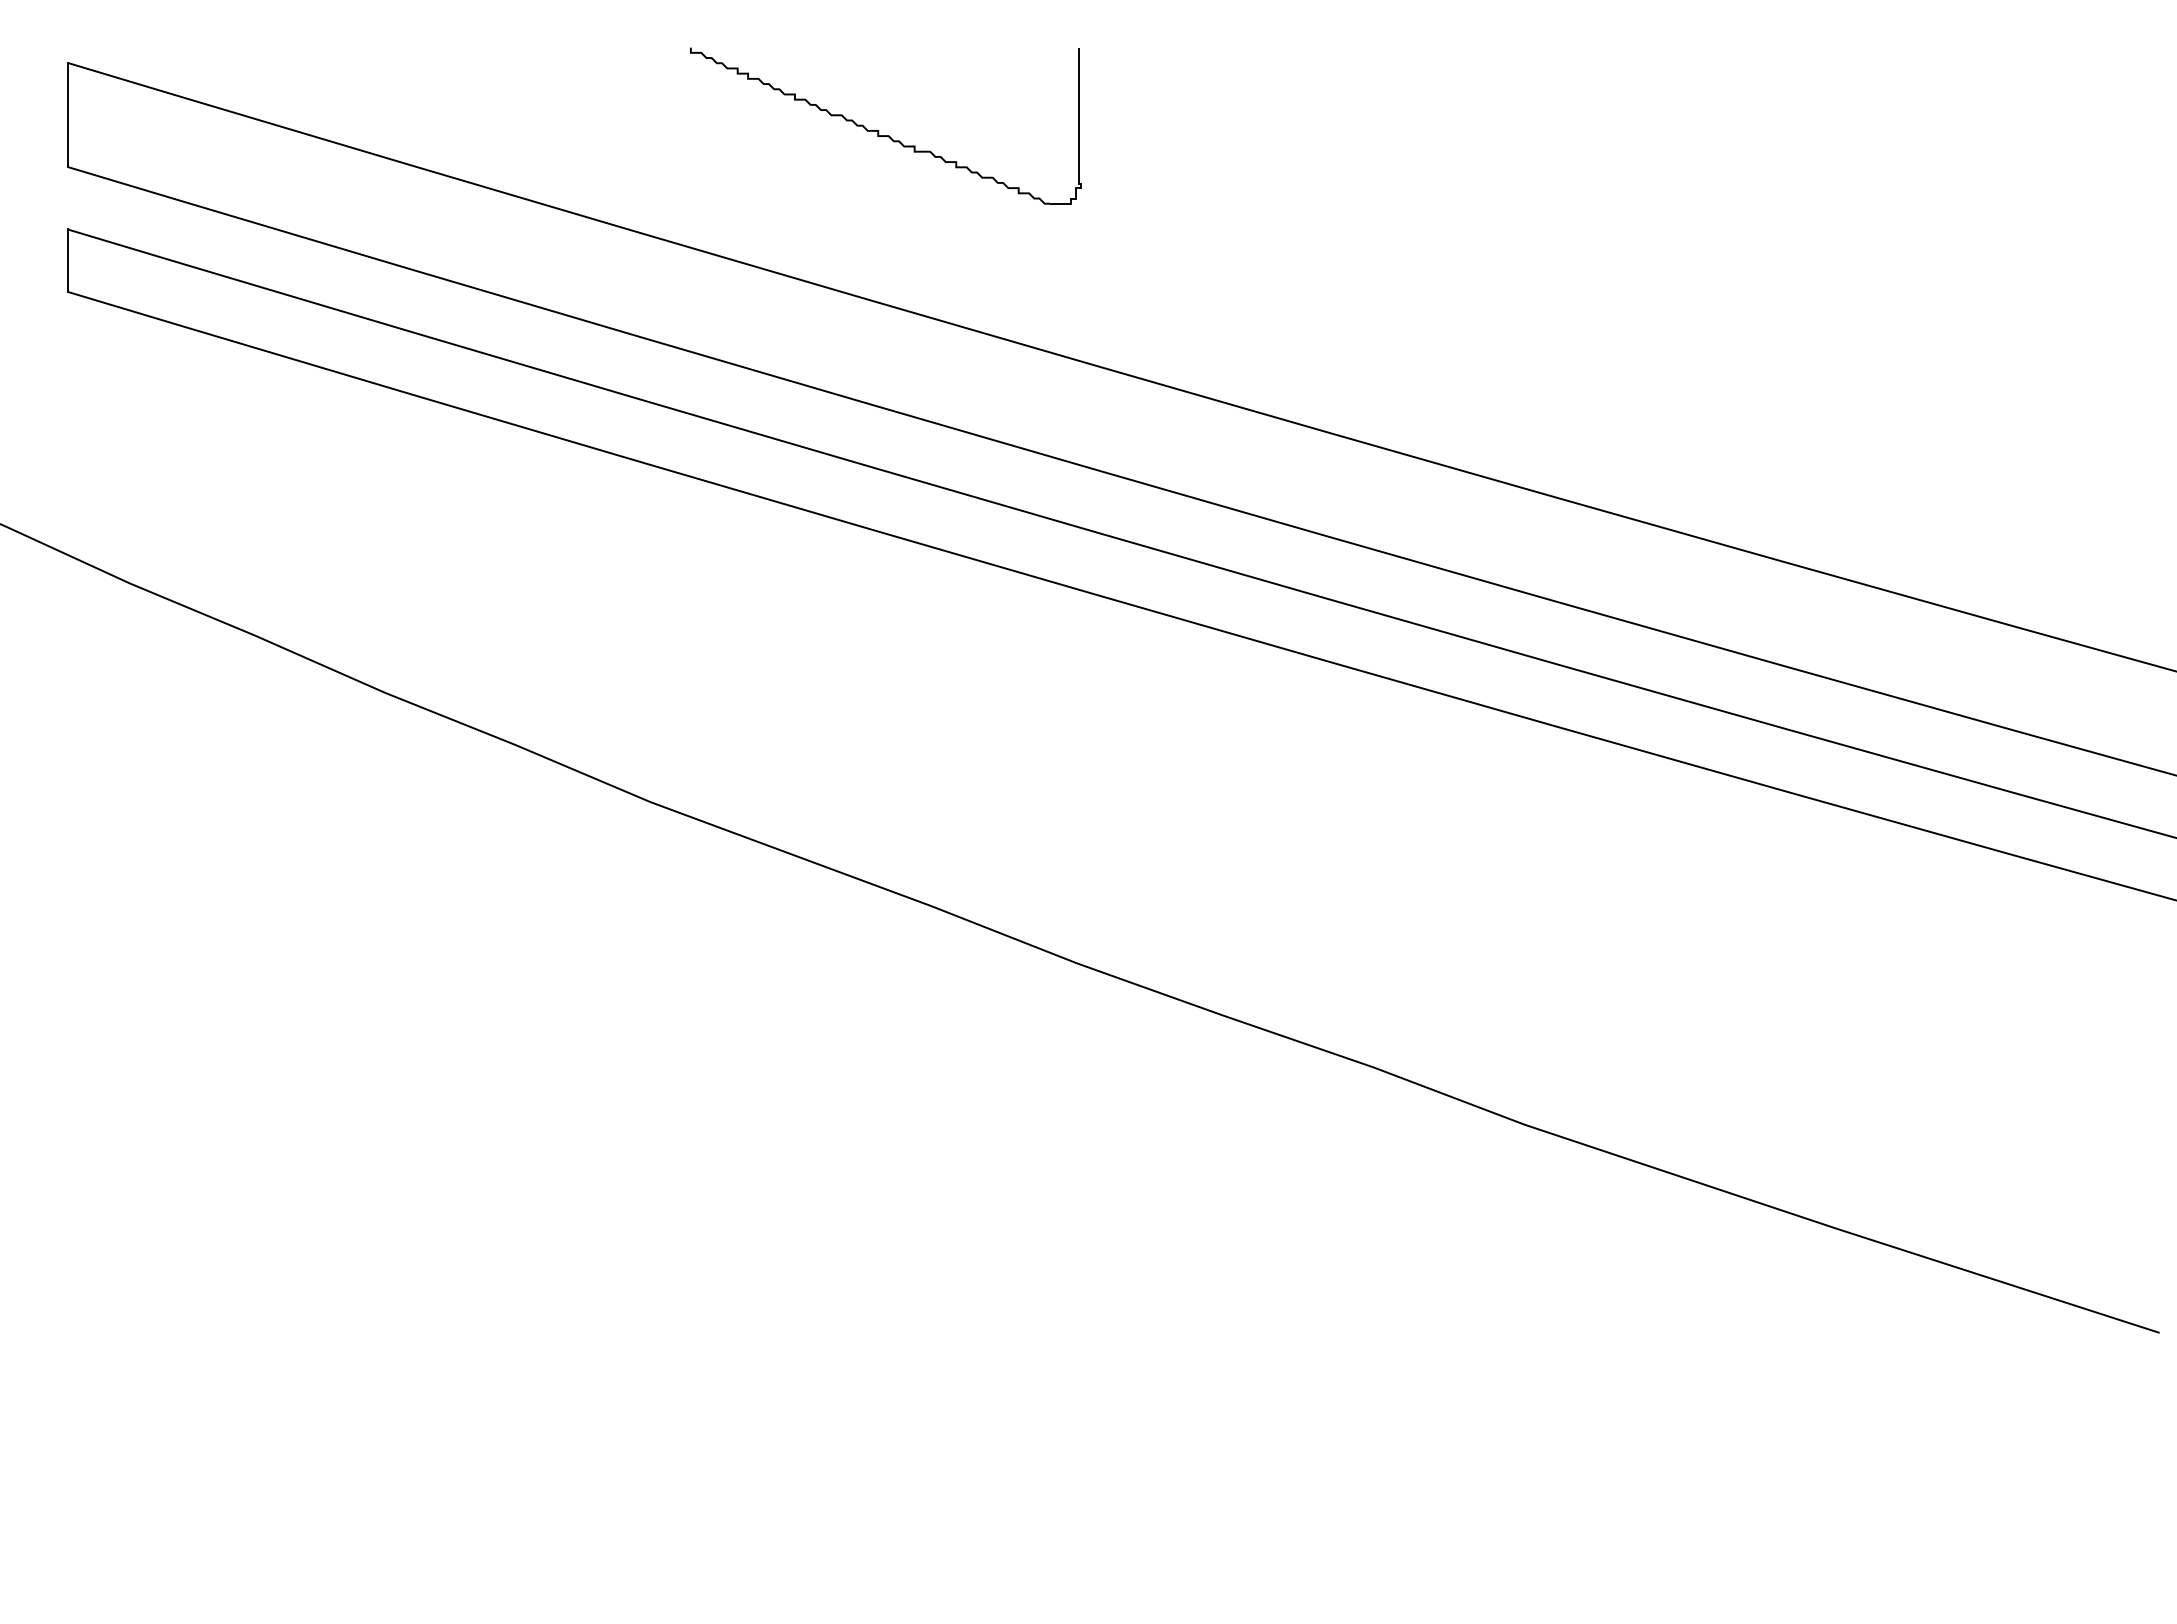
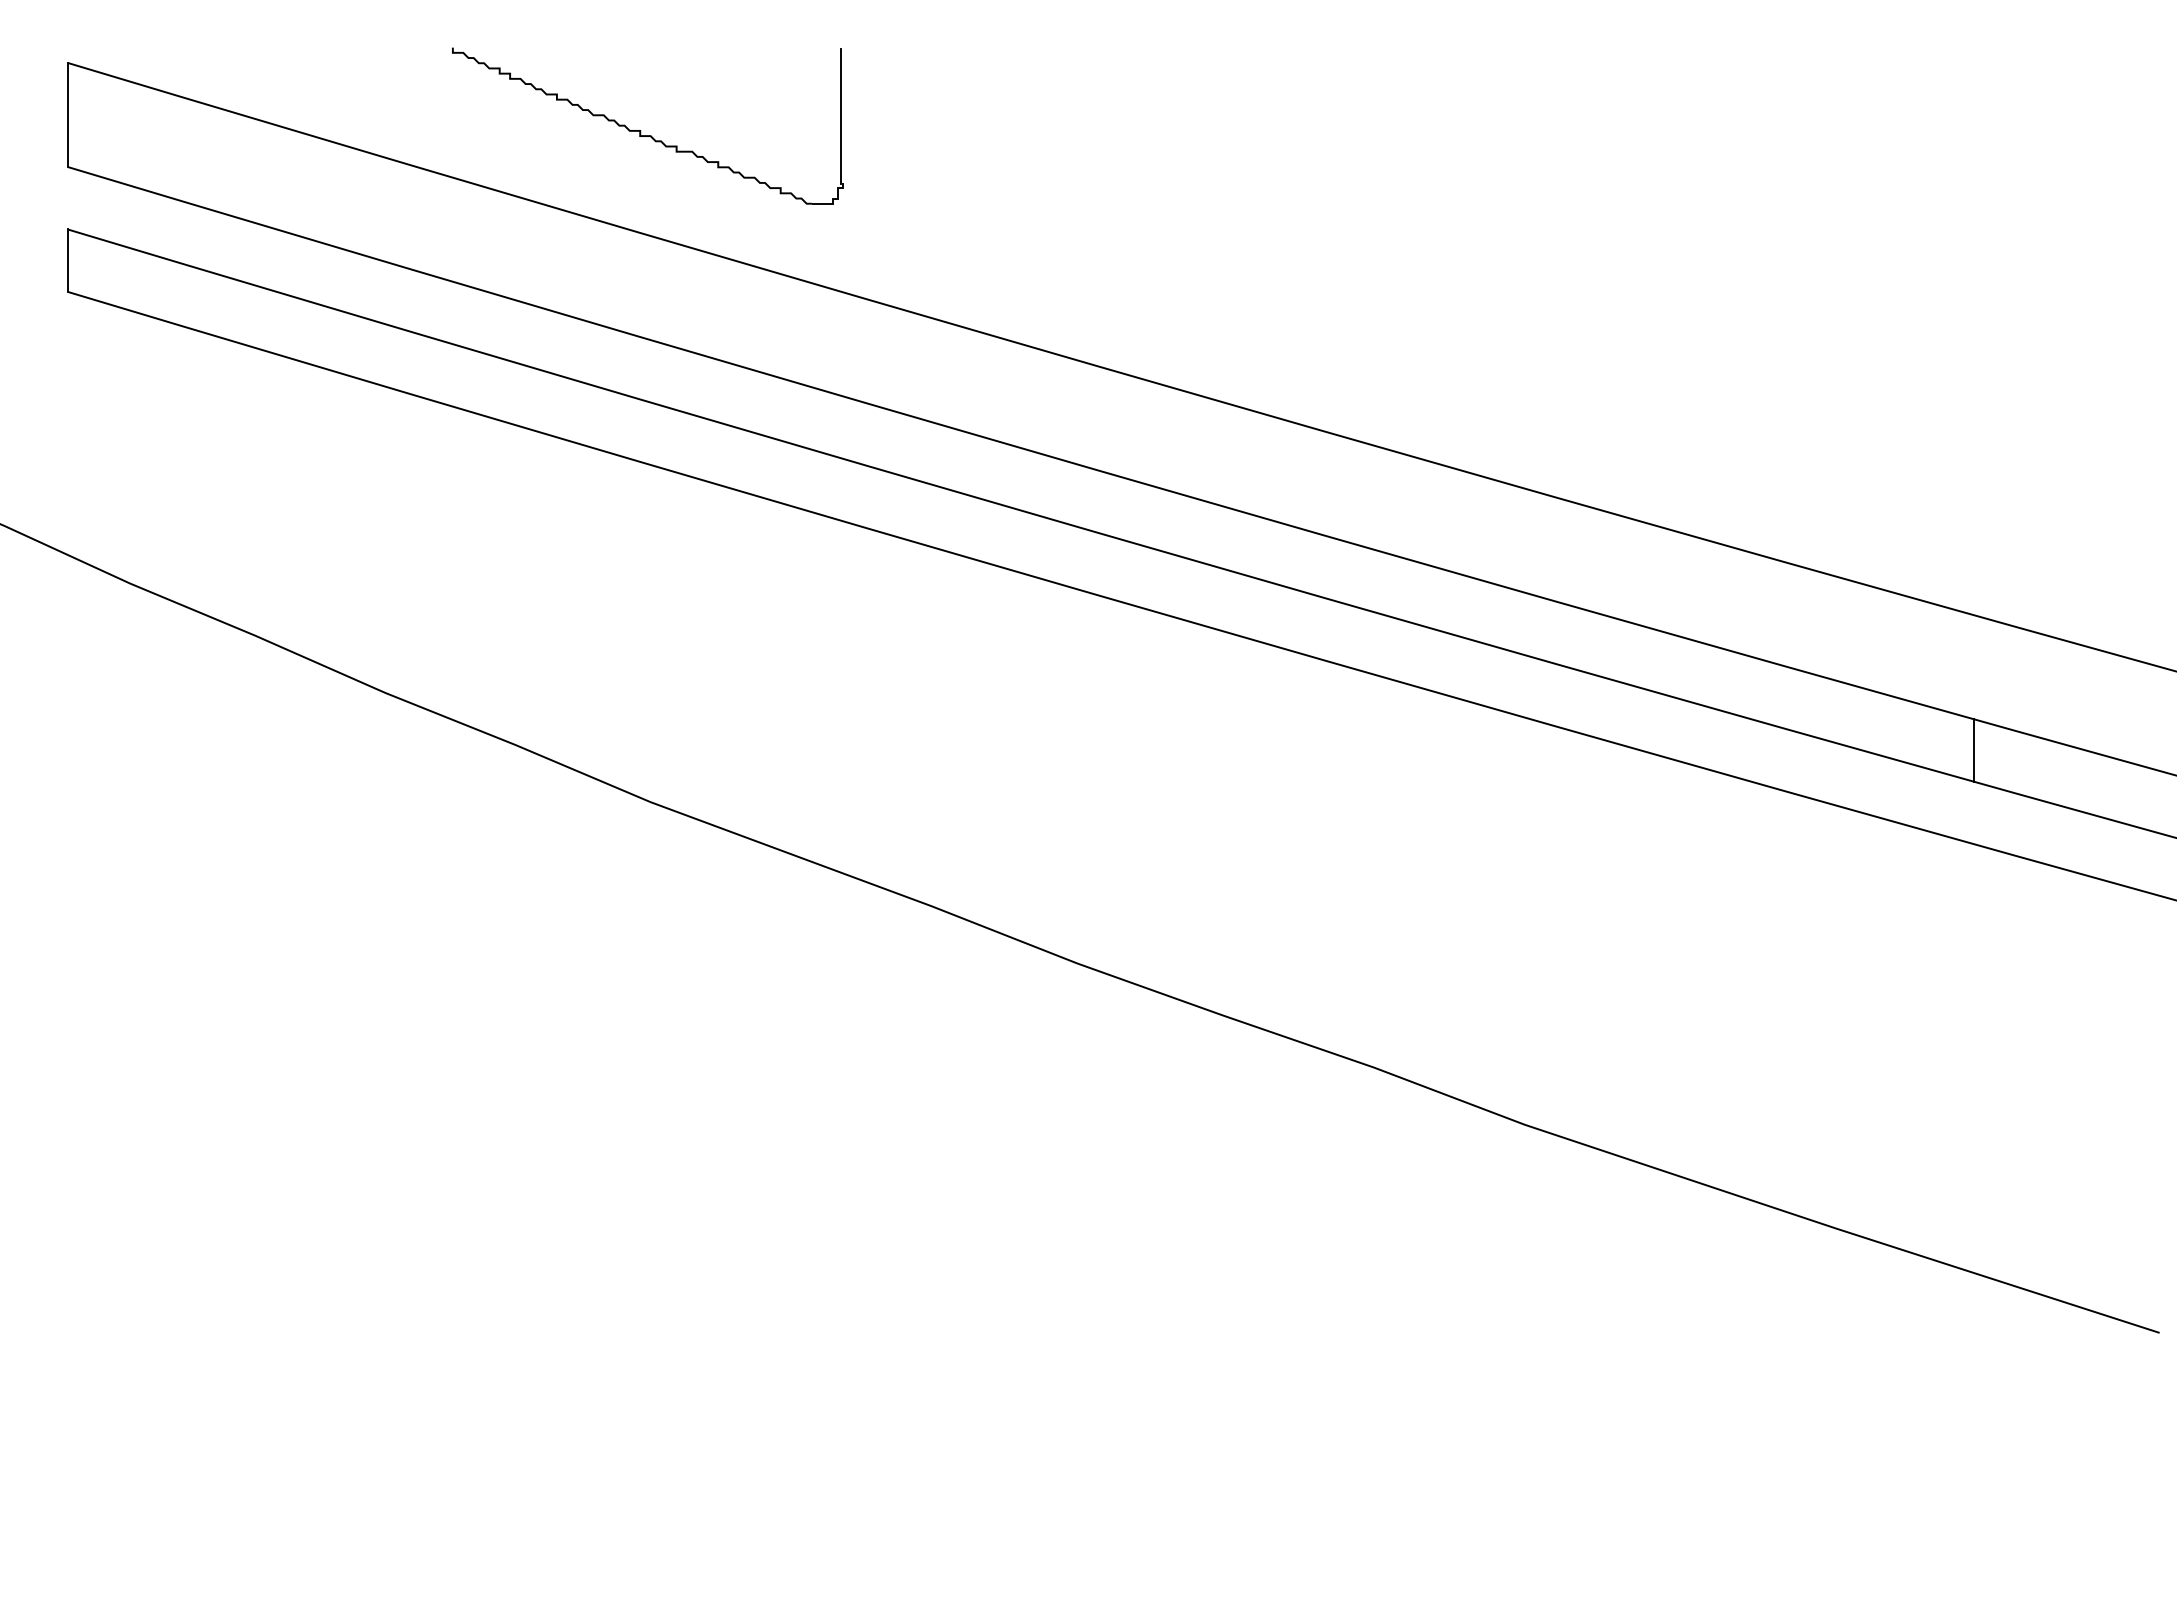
part at (879, 130) position: (879, 130) -> (641, 130)
line at (1974, 750): none -> present
